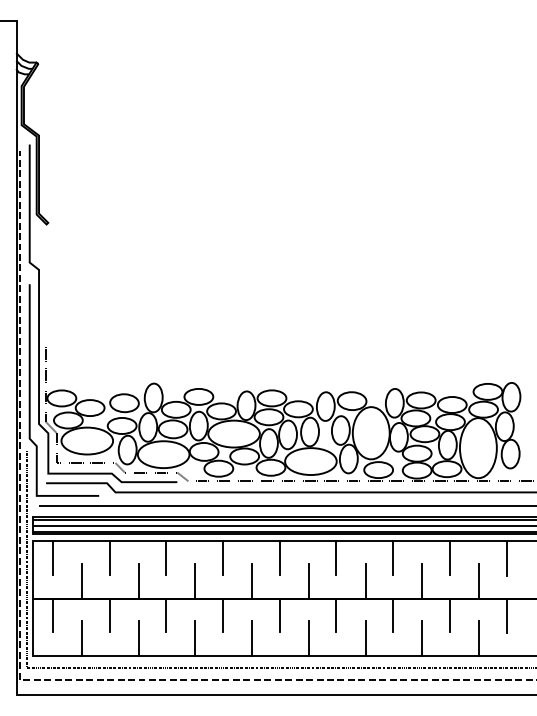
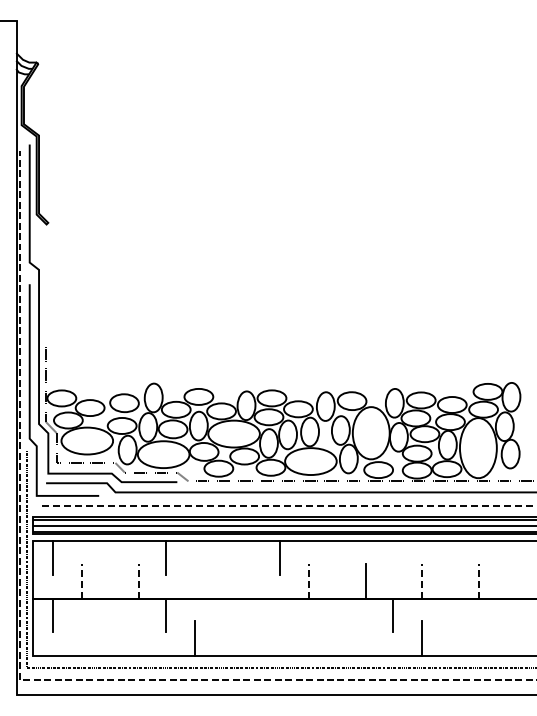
line at (287, 506): solid -> dashed
line at (109, 557): present -> none
line at (222, 557): present -> none
line at (336, 557): present -> none
line at (393, 557): present -> none
line at (449, 557): present -> none
line at (507, 558): present -> none
line at (81, 580): solid -> dashed
line at (138, 580): solid -> dashed
line at (195, 580): present -> none
line at (252, 580): present -> none
line at (308, 580): solid -> dashed
line at (422, 580): solid -> dashed
line at (478, 580): solid -> dashed
line at (109, 615): present -> none
line at (222, 615): present -> none
line at (279, 615): present -> none
line at (336, 615): present -> none
line at (449, 615): present -> none
line at (507, 616): present -> none
line at (81, 638): present -> none
line at (138, 638): present -> none
line at (252, 638): present -> none
line at (308, 638): present -> none
line at (365, 638): present -> none
line at (478, 638): present -> none
